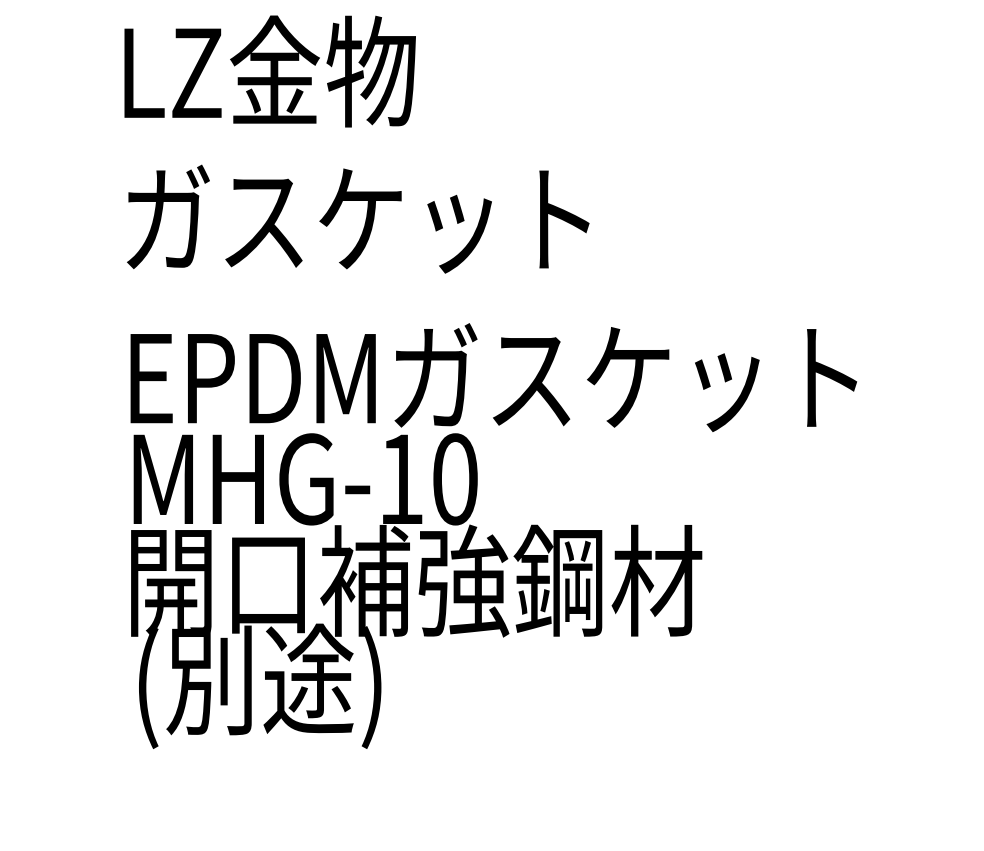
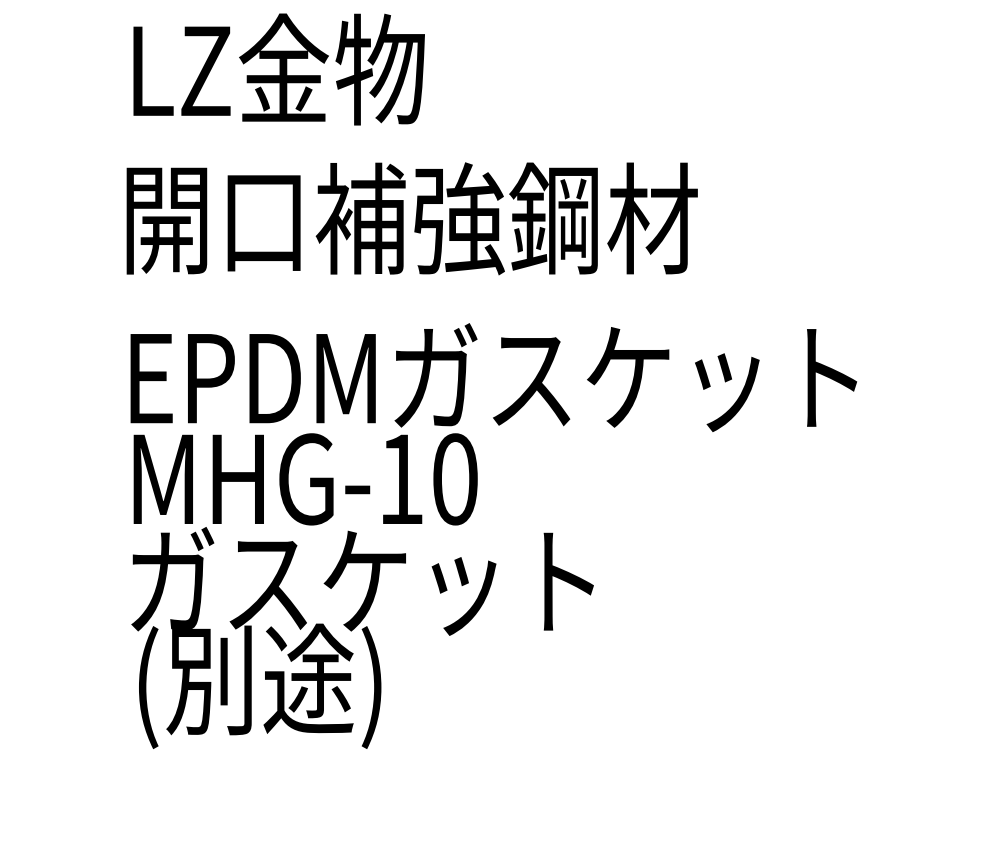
text at (269, 71) position: (269, 71) -> (278, 69)
text at (411, 218): ガスケット -> 開口補強鋼材
text at (416, 580): 開口補強鋼材 -> ガスケット
